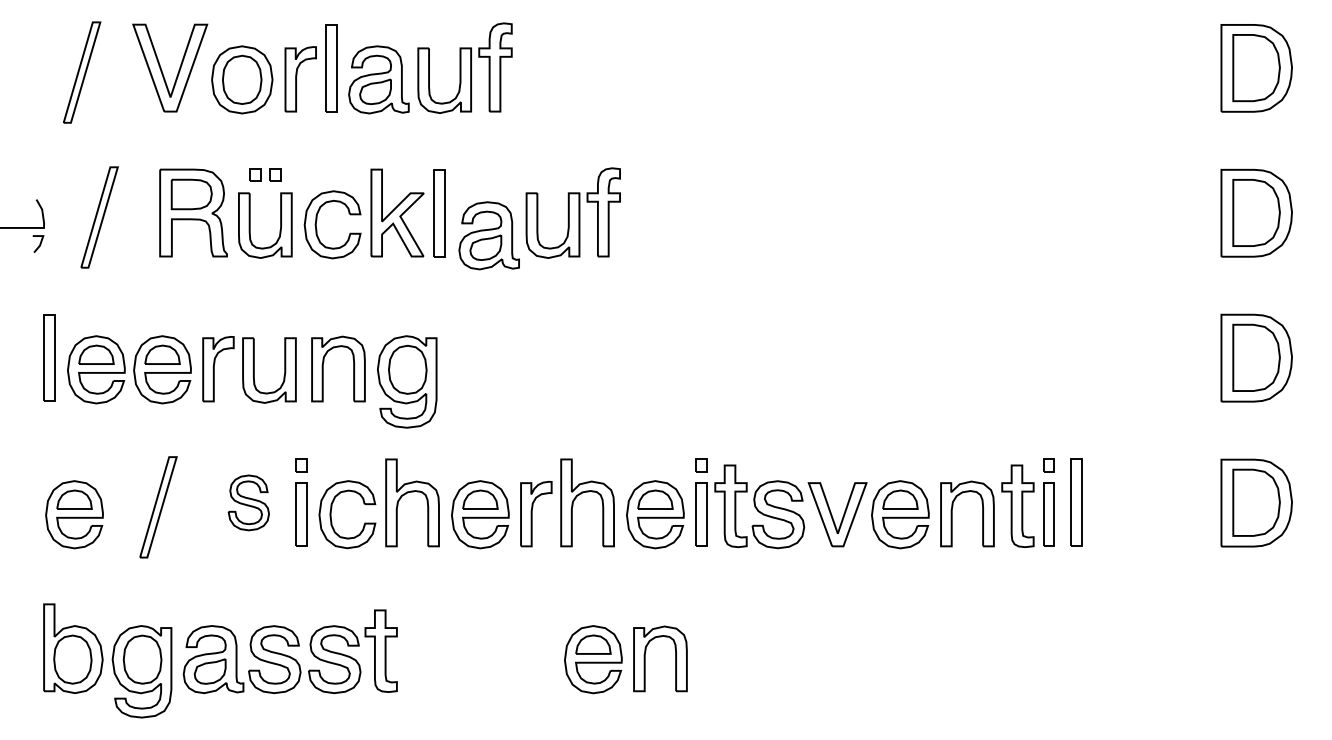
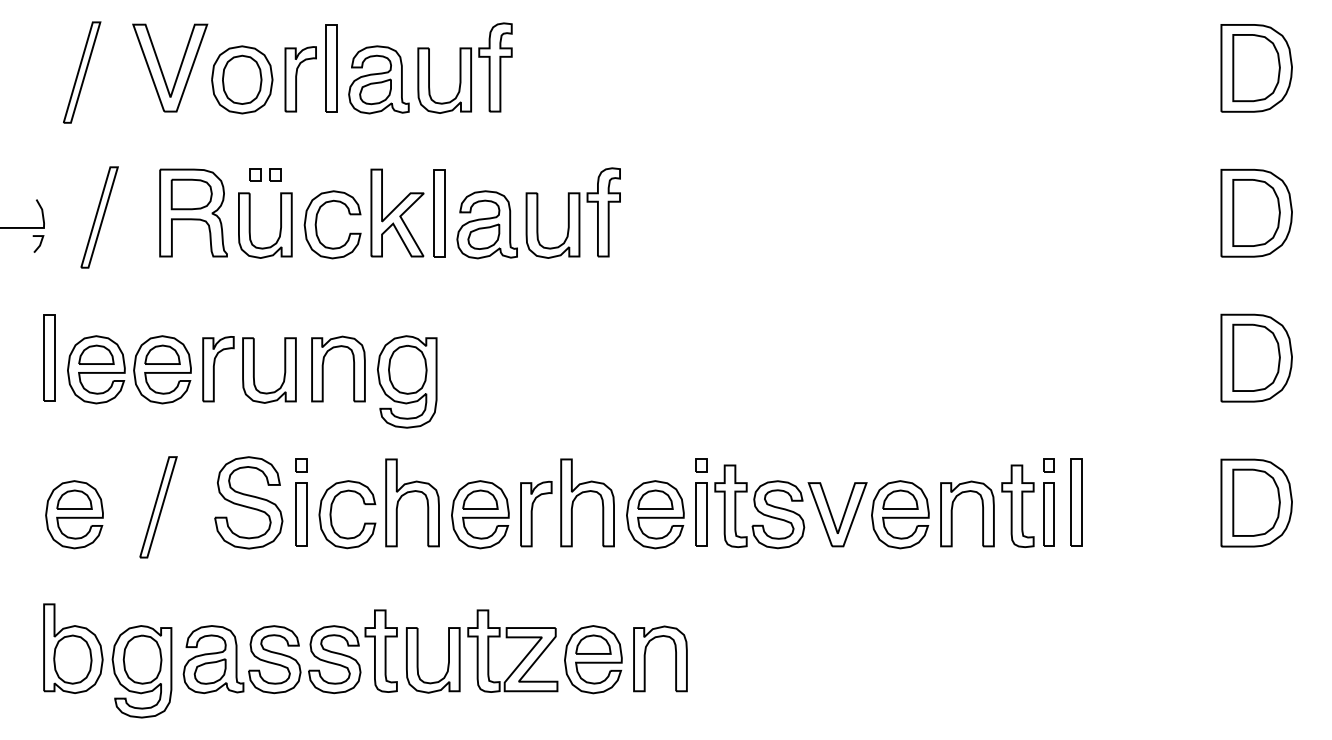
part at (488, 235) position: (488, 235) -> (486, 224)
part at (248, 502) size: 43x58 px -> 70x94 px
part at (482, 651): none -> present
